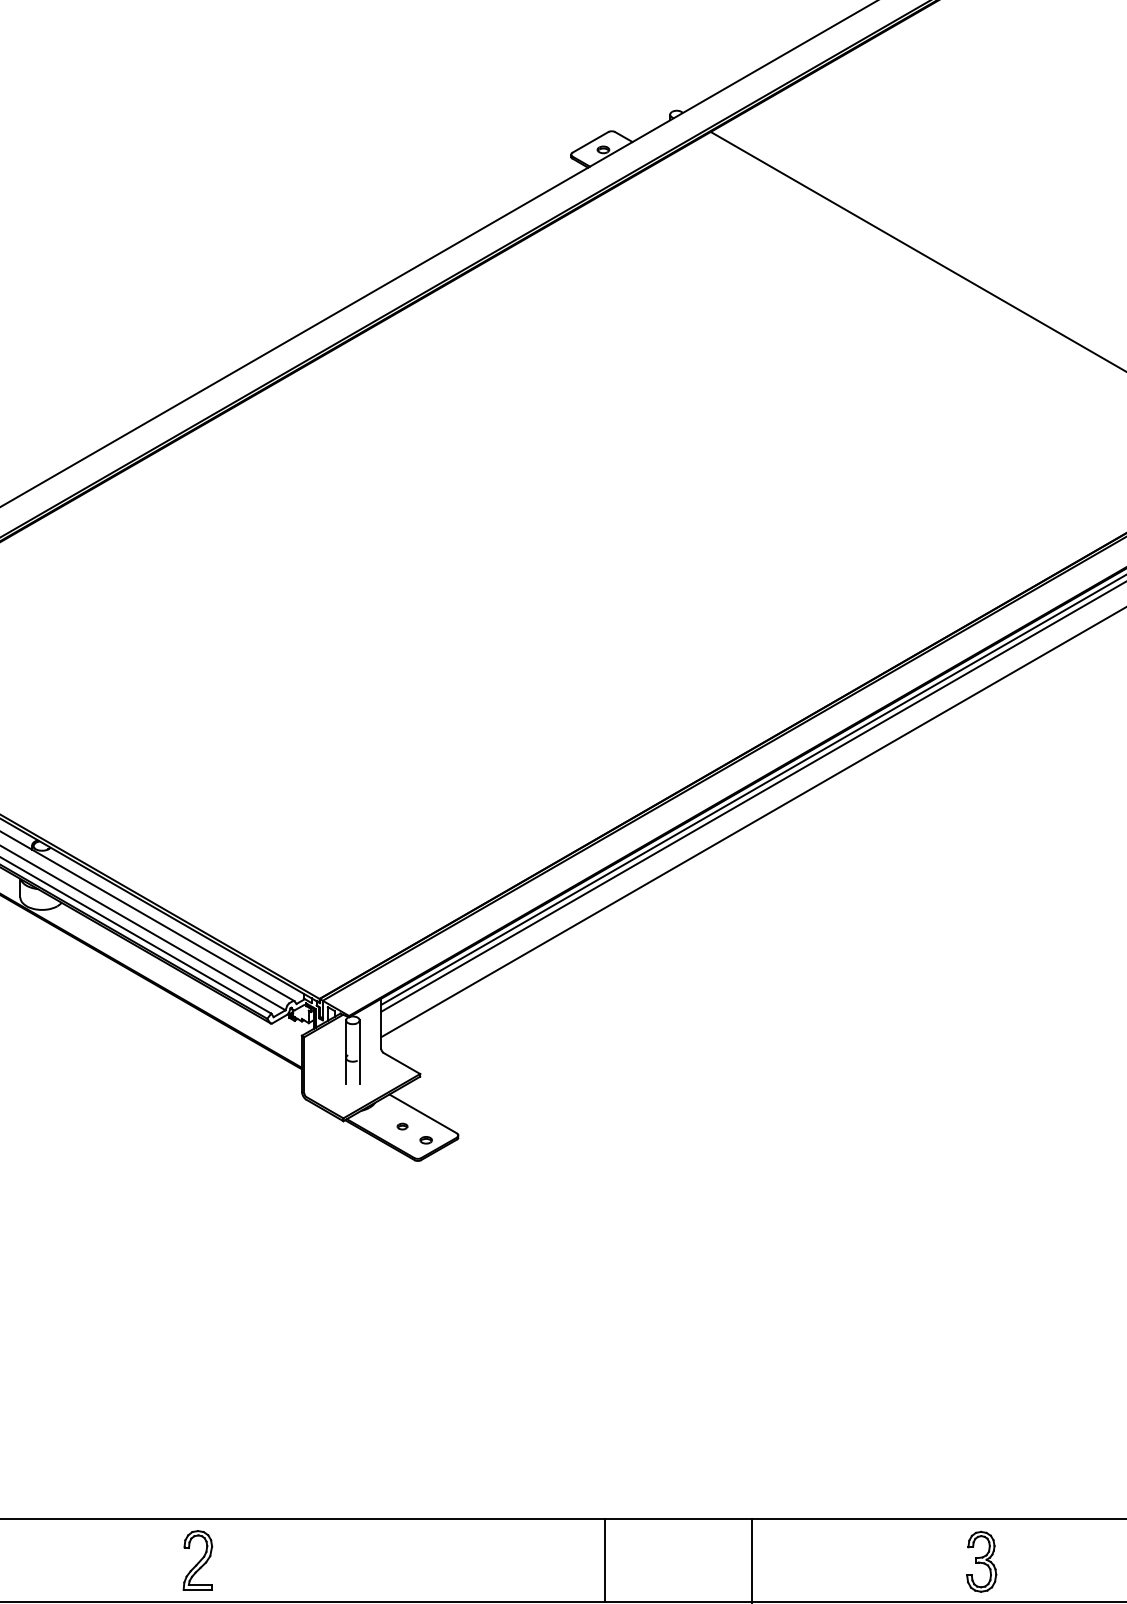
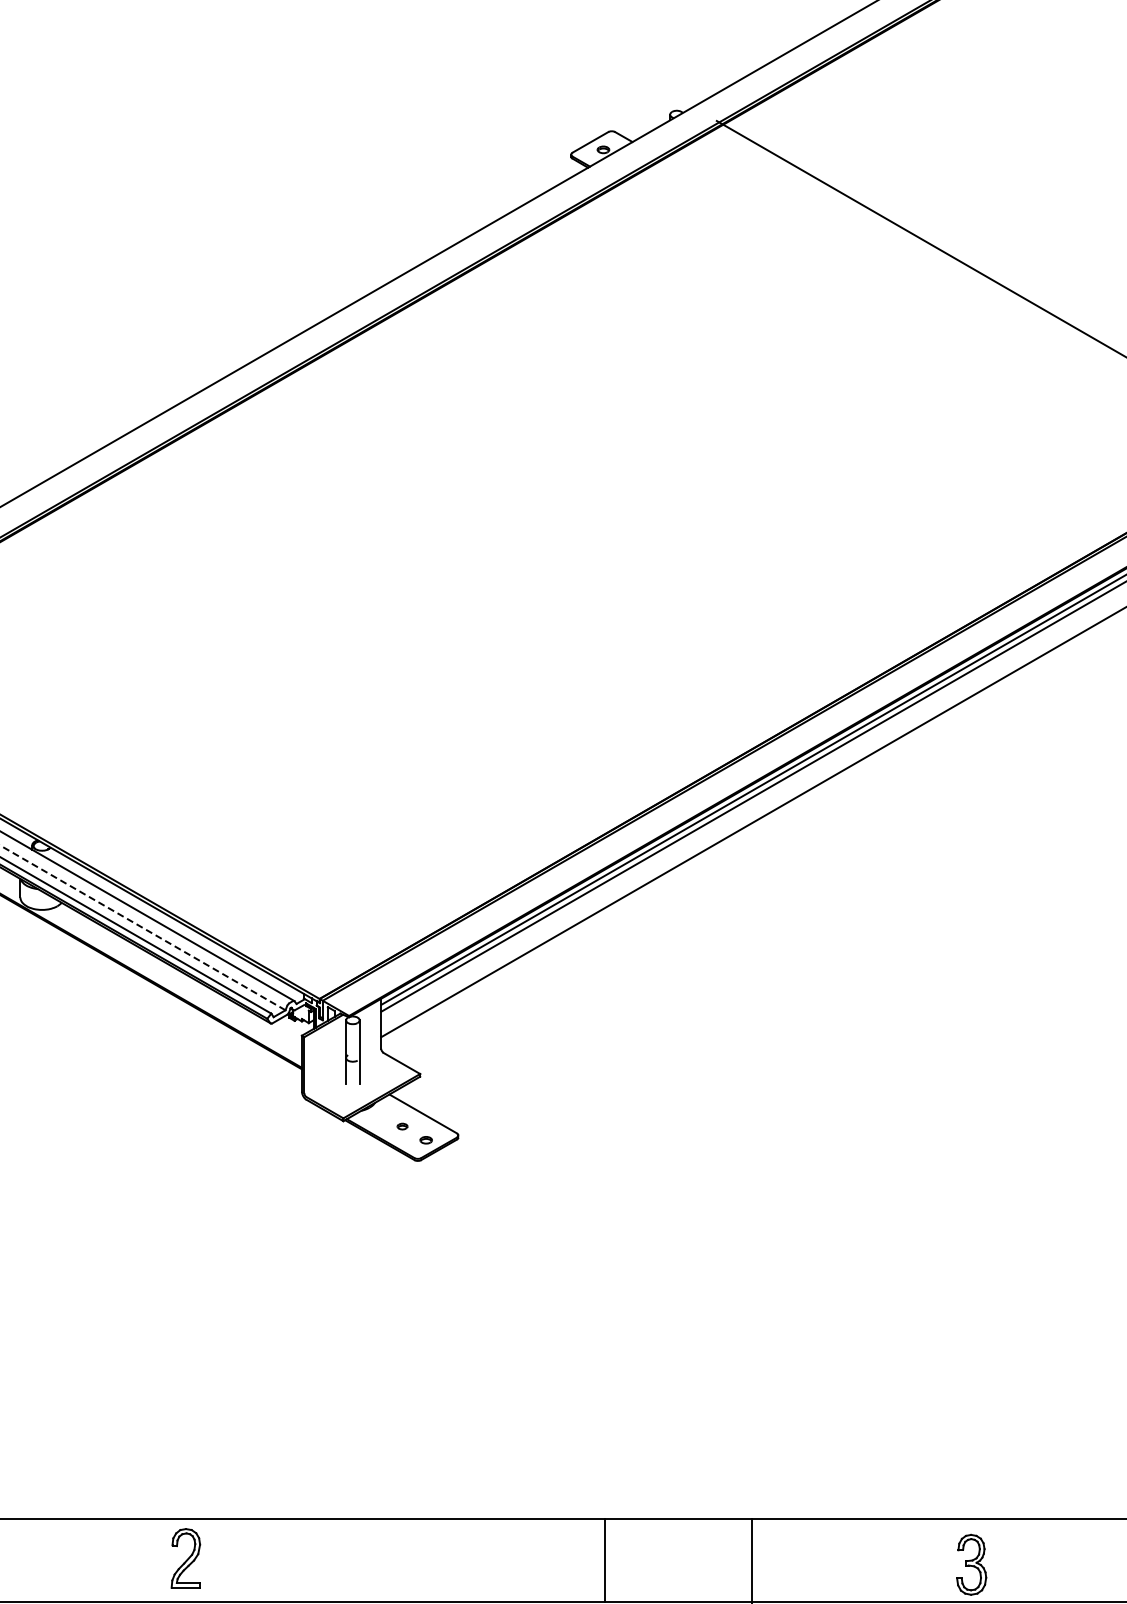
line at (916, 250) position: (916, 250) -> (919, 237)
line at (142, 927): solid -> dashed
part at (197, 1560) position: (197, 1560) -> (185, 1558)
part at (981, 1561) position: (981, 1561) -> (971, 1564)
